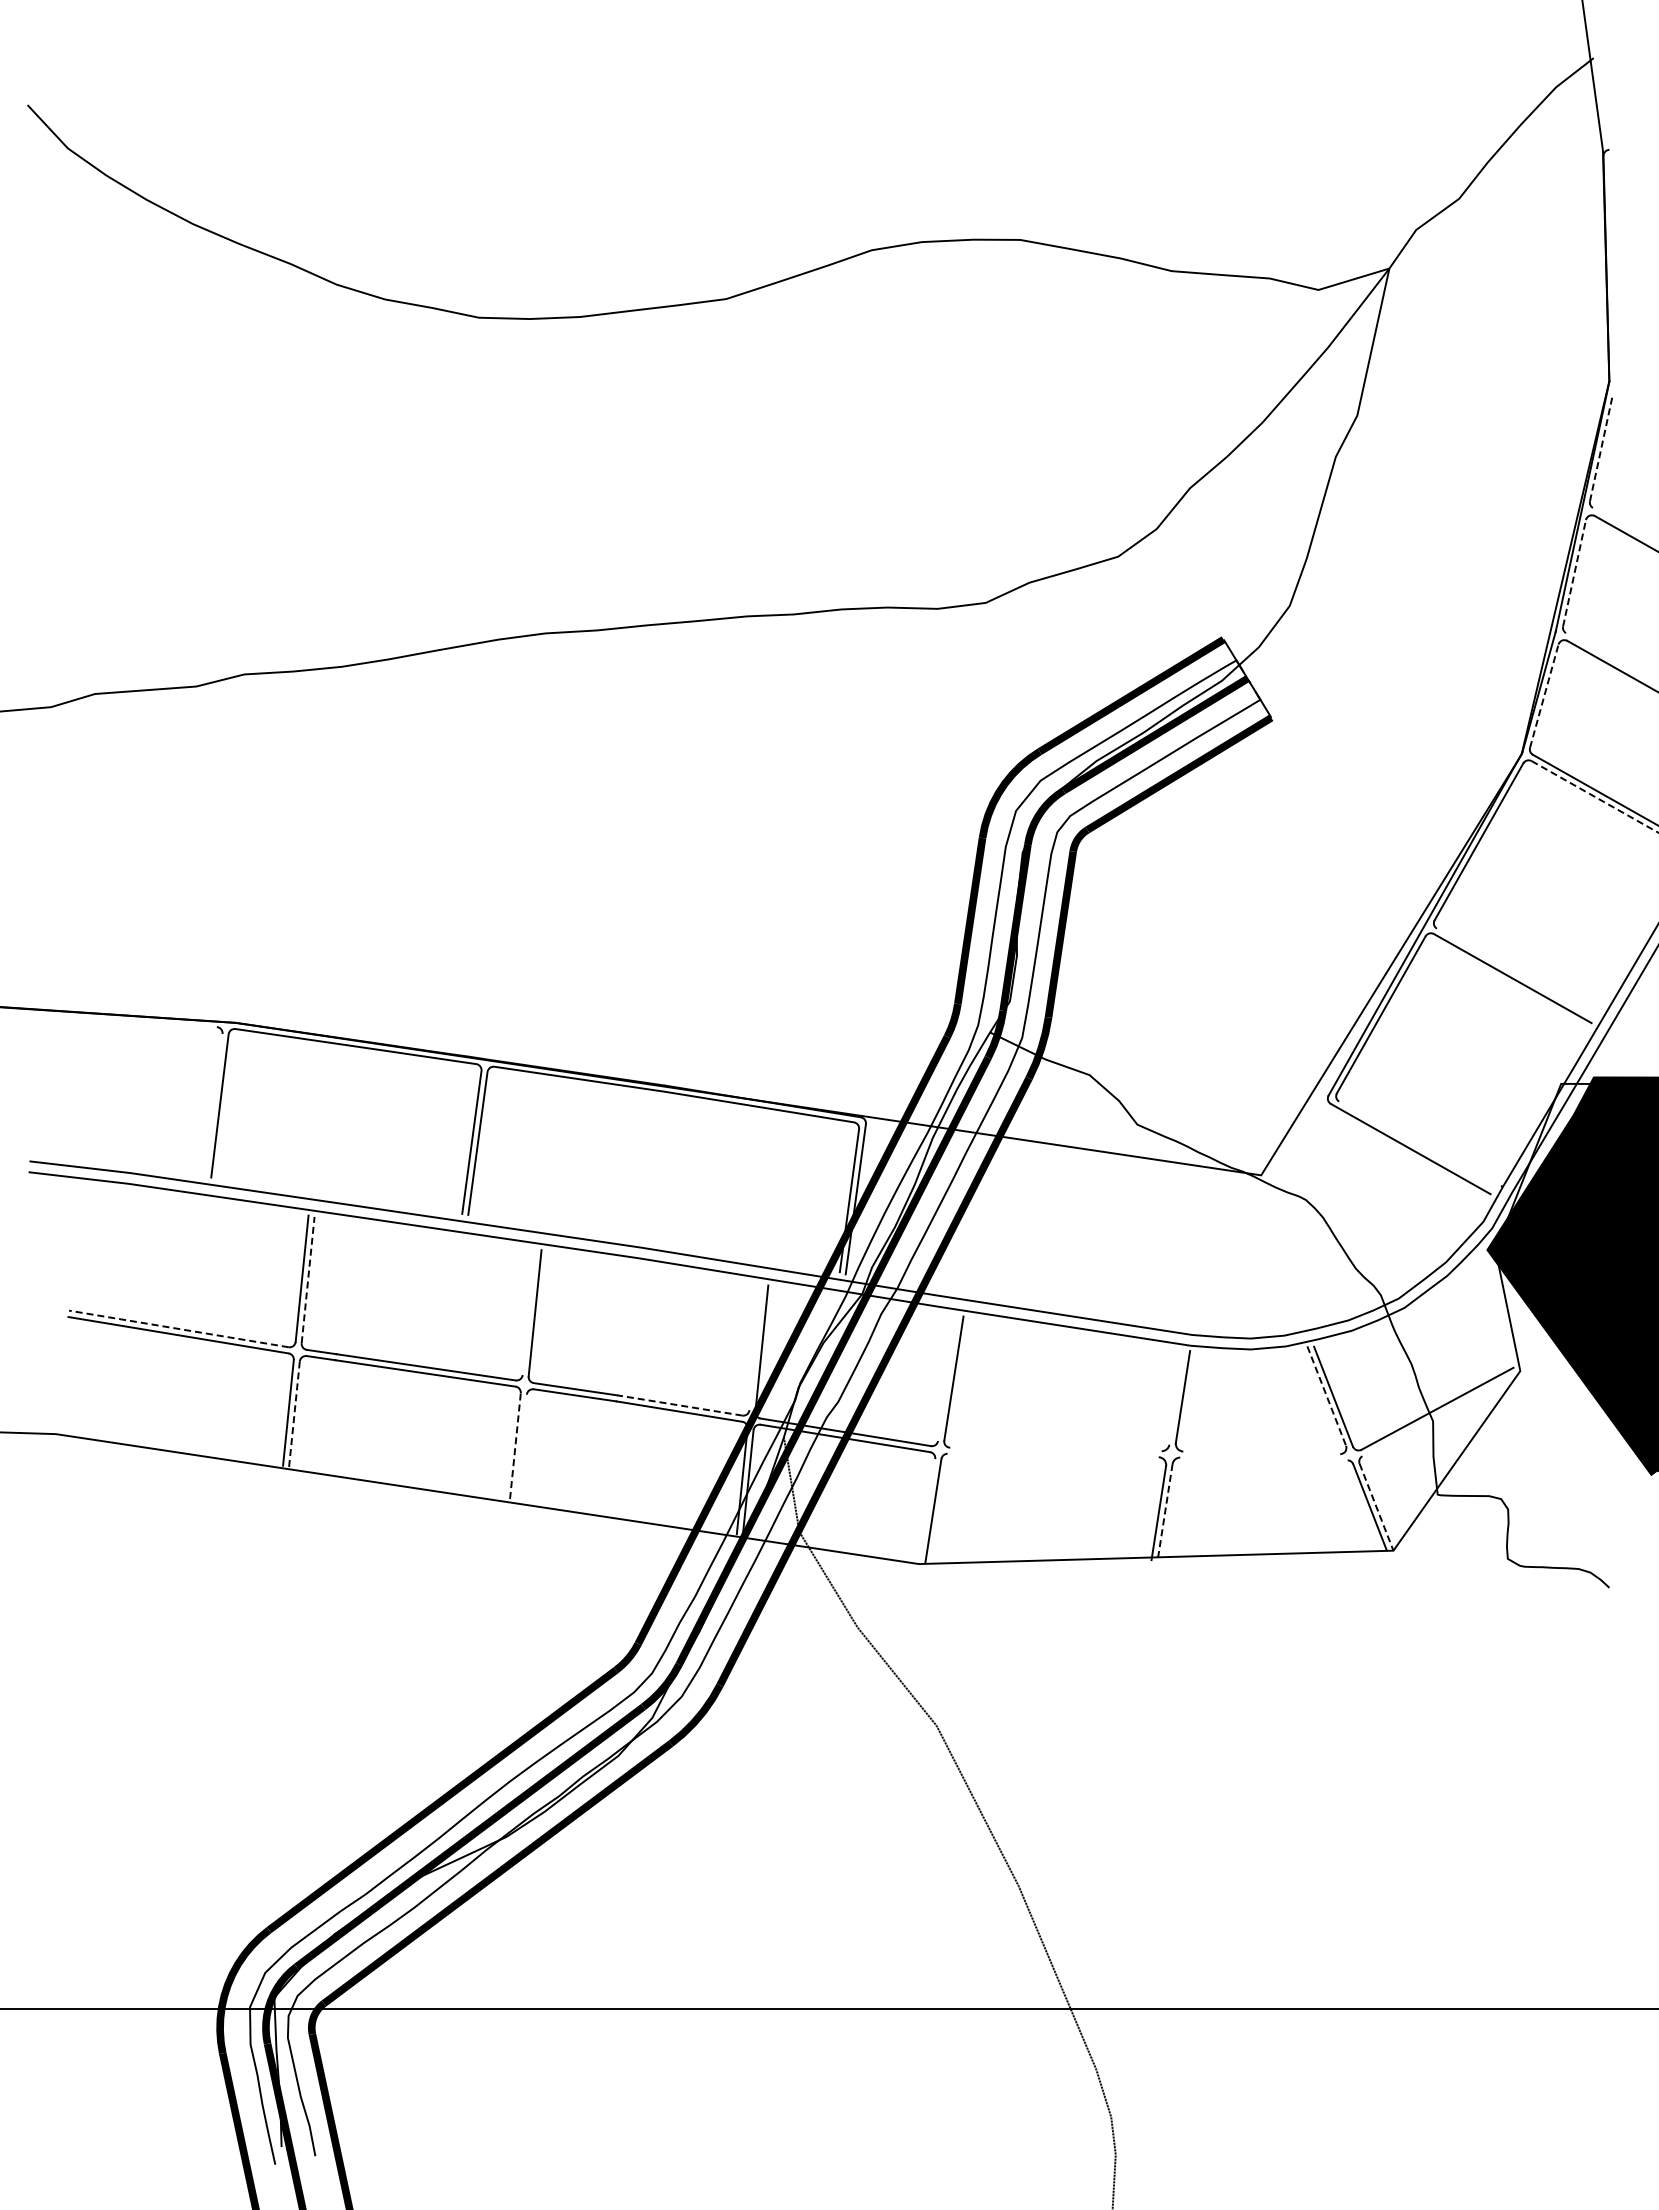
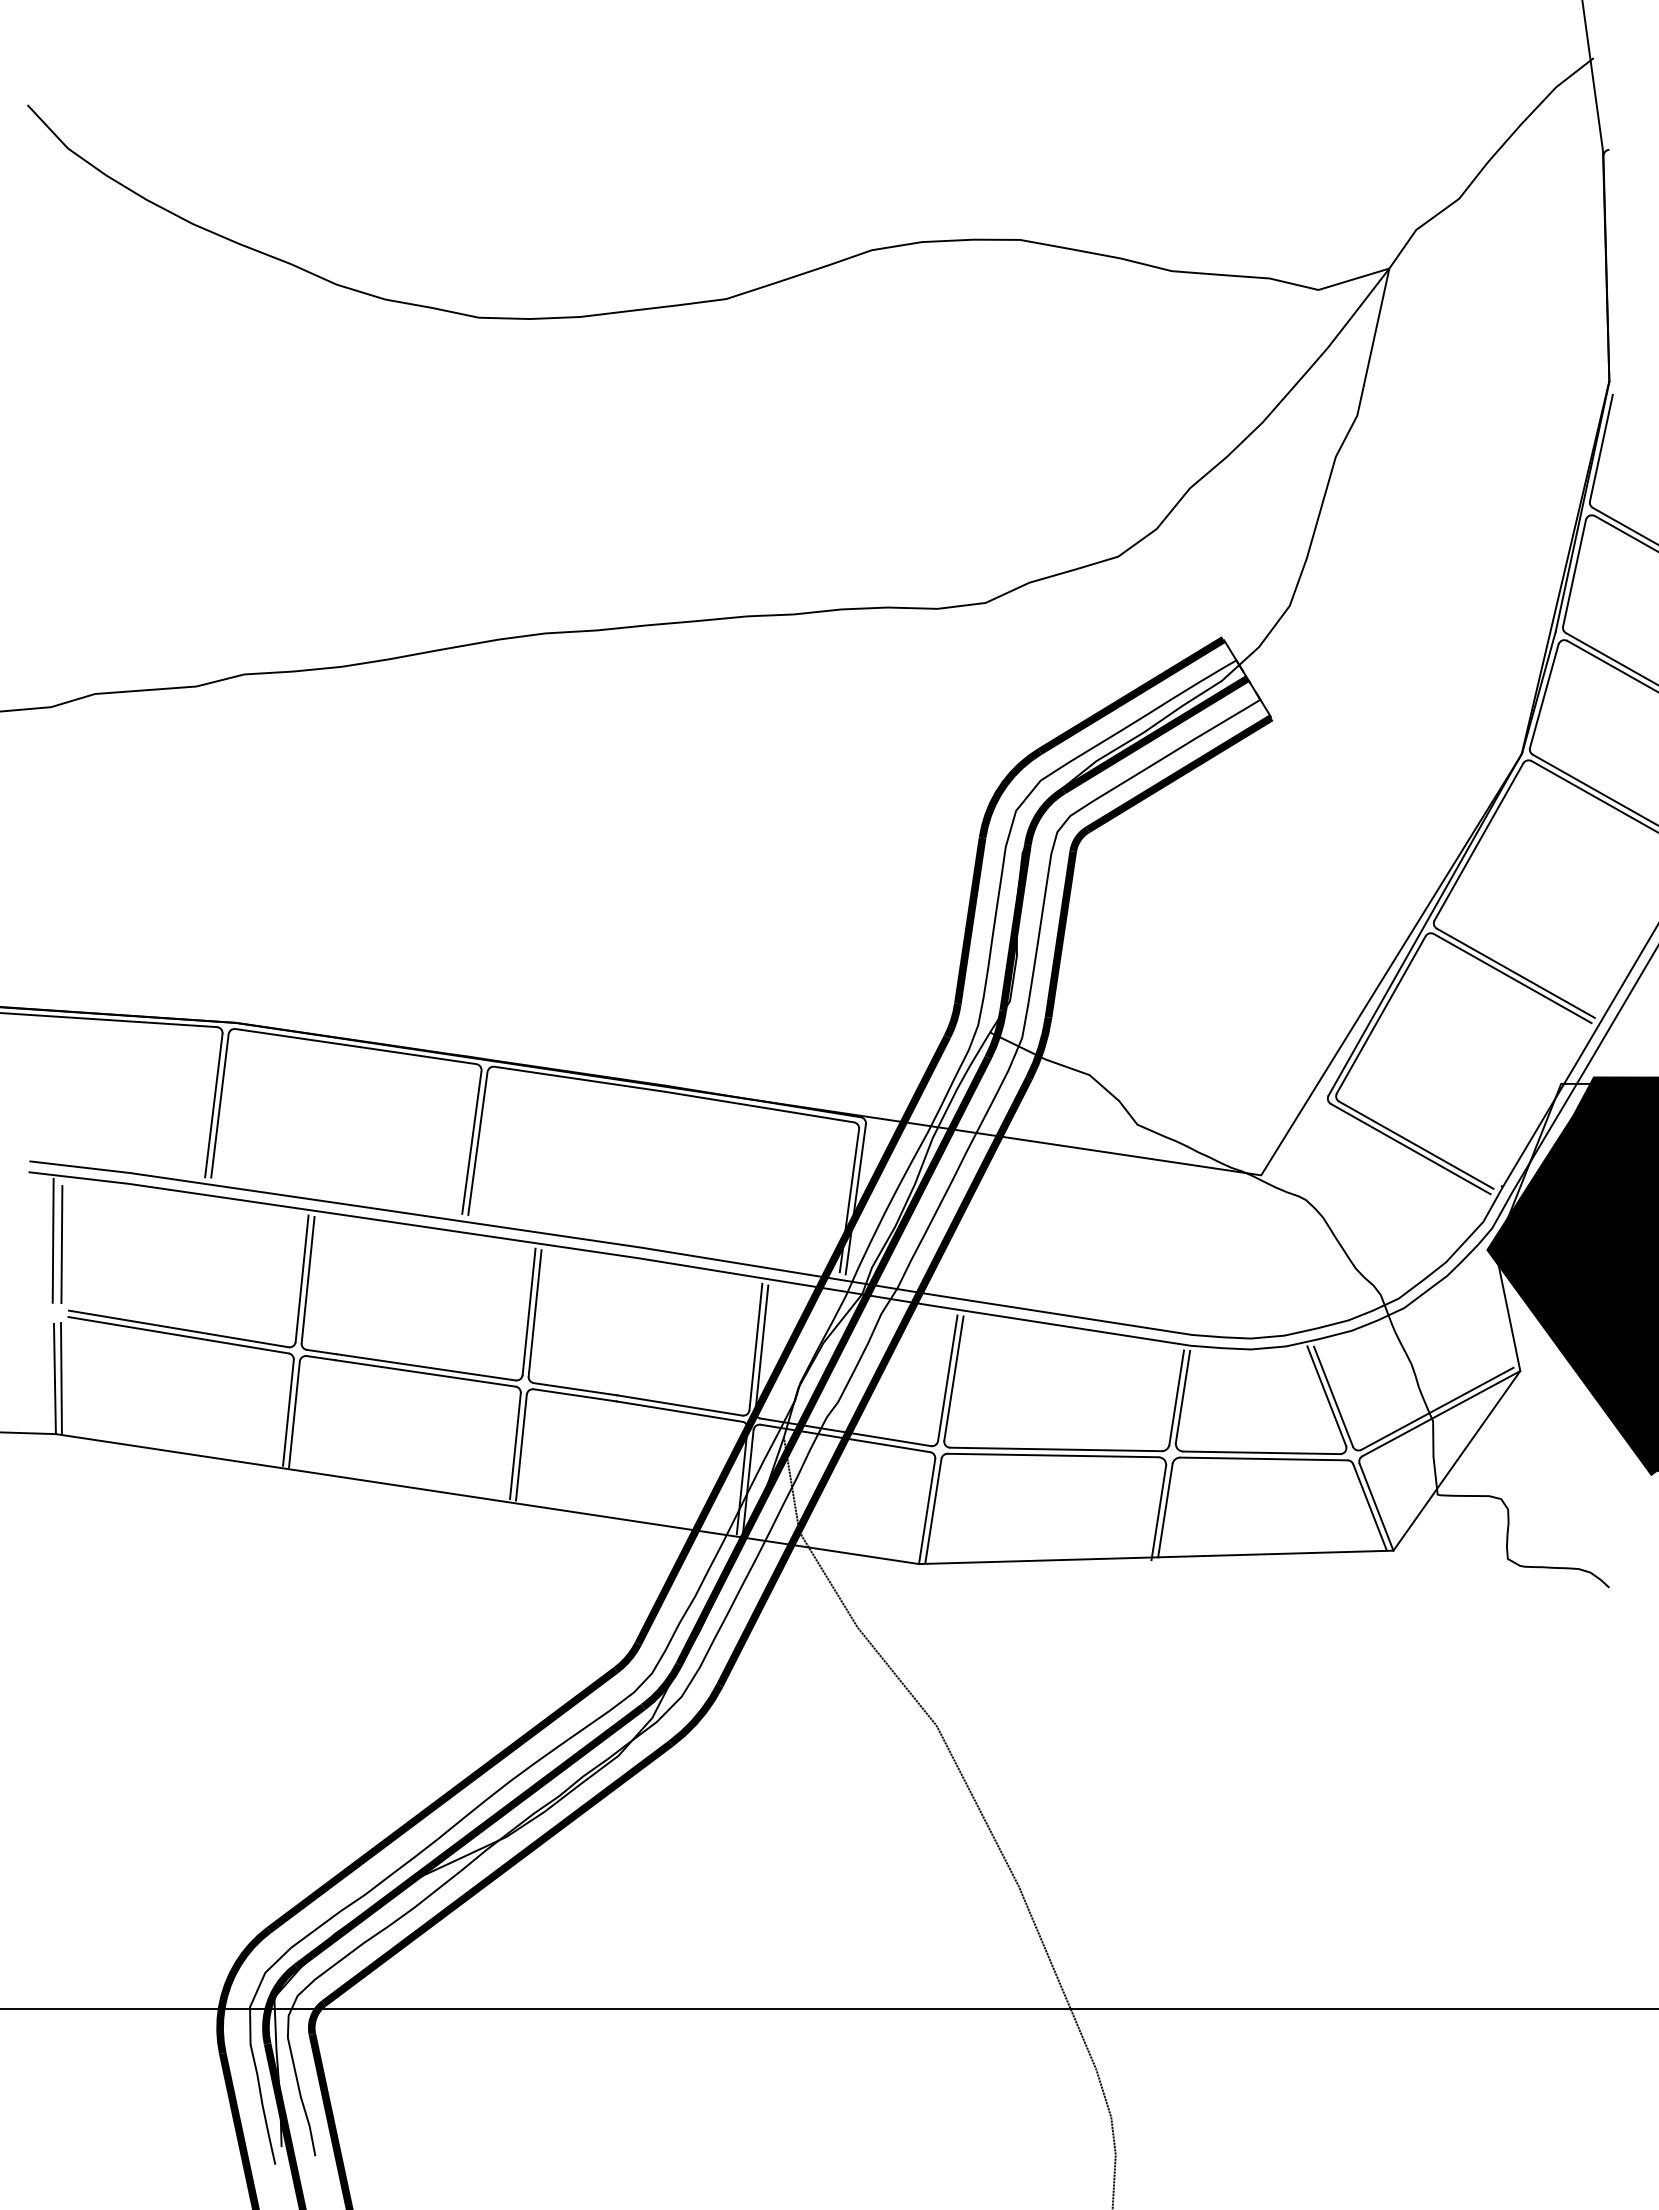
line at (1601, 447): dashed -> solid
line at (1623, 525): none -> present
line at (1574, 572): dashed -> solid
line at (1610, 658): none -> present
line at (1544, 696): dashed -> solid
line at (1595, 796): dashed -> solid
line at (1515, 972): none -> present
line at (109, 1020): none -> present
line at (213, 1105): none -> present
line at (1416, 1144): none -> present
line at (52, 1240): none -> present
line at (61, 1244): none -> present
line at (308, 1279): dashed -> solid
line at (528, 1311): none -> present
line at (178, 1328): dashed -> solid
line at (755, 1346): none -> present
line at (54, 1378): none -> present
line at (947, 1378): none -> present
line at (61, 1379): none -> present
line at (1326, 1396): dashed -> solid
line at (1176, 1397): none -> present
line at (679, 1405): dashed -> solid
line at (1441, 1413): none -> present
line at (294, 1414): dashed -> solid
line at (515, 1445): dashed -> solid
line at (521, 1447): none -> present
line at (1055, 1449): none -> present
line at (1261, 1452): none -> present
line at (1052, 1455): none -> present
line at (1263, 1458): none -> present
line at (1376, 1507): dashed -> solid
line at (927, 1511): none -> present
line at (1165, 1511): dashed -> solid
